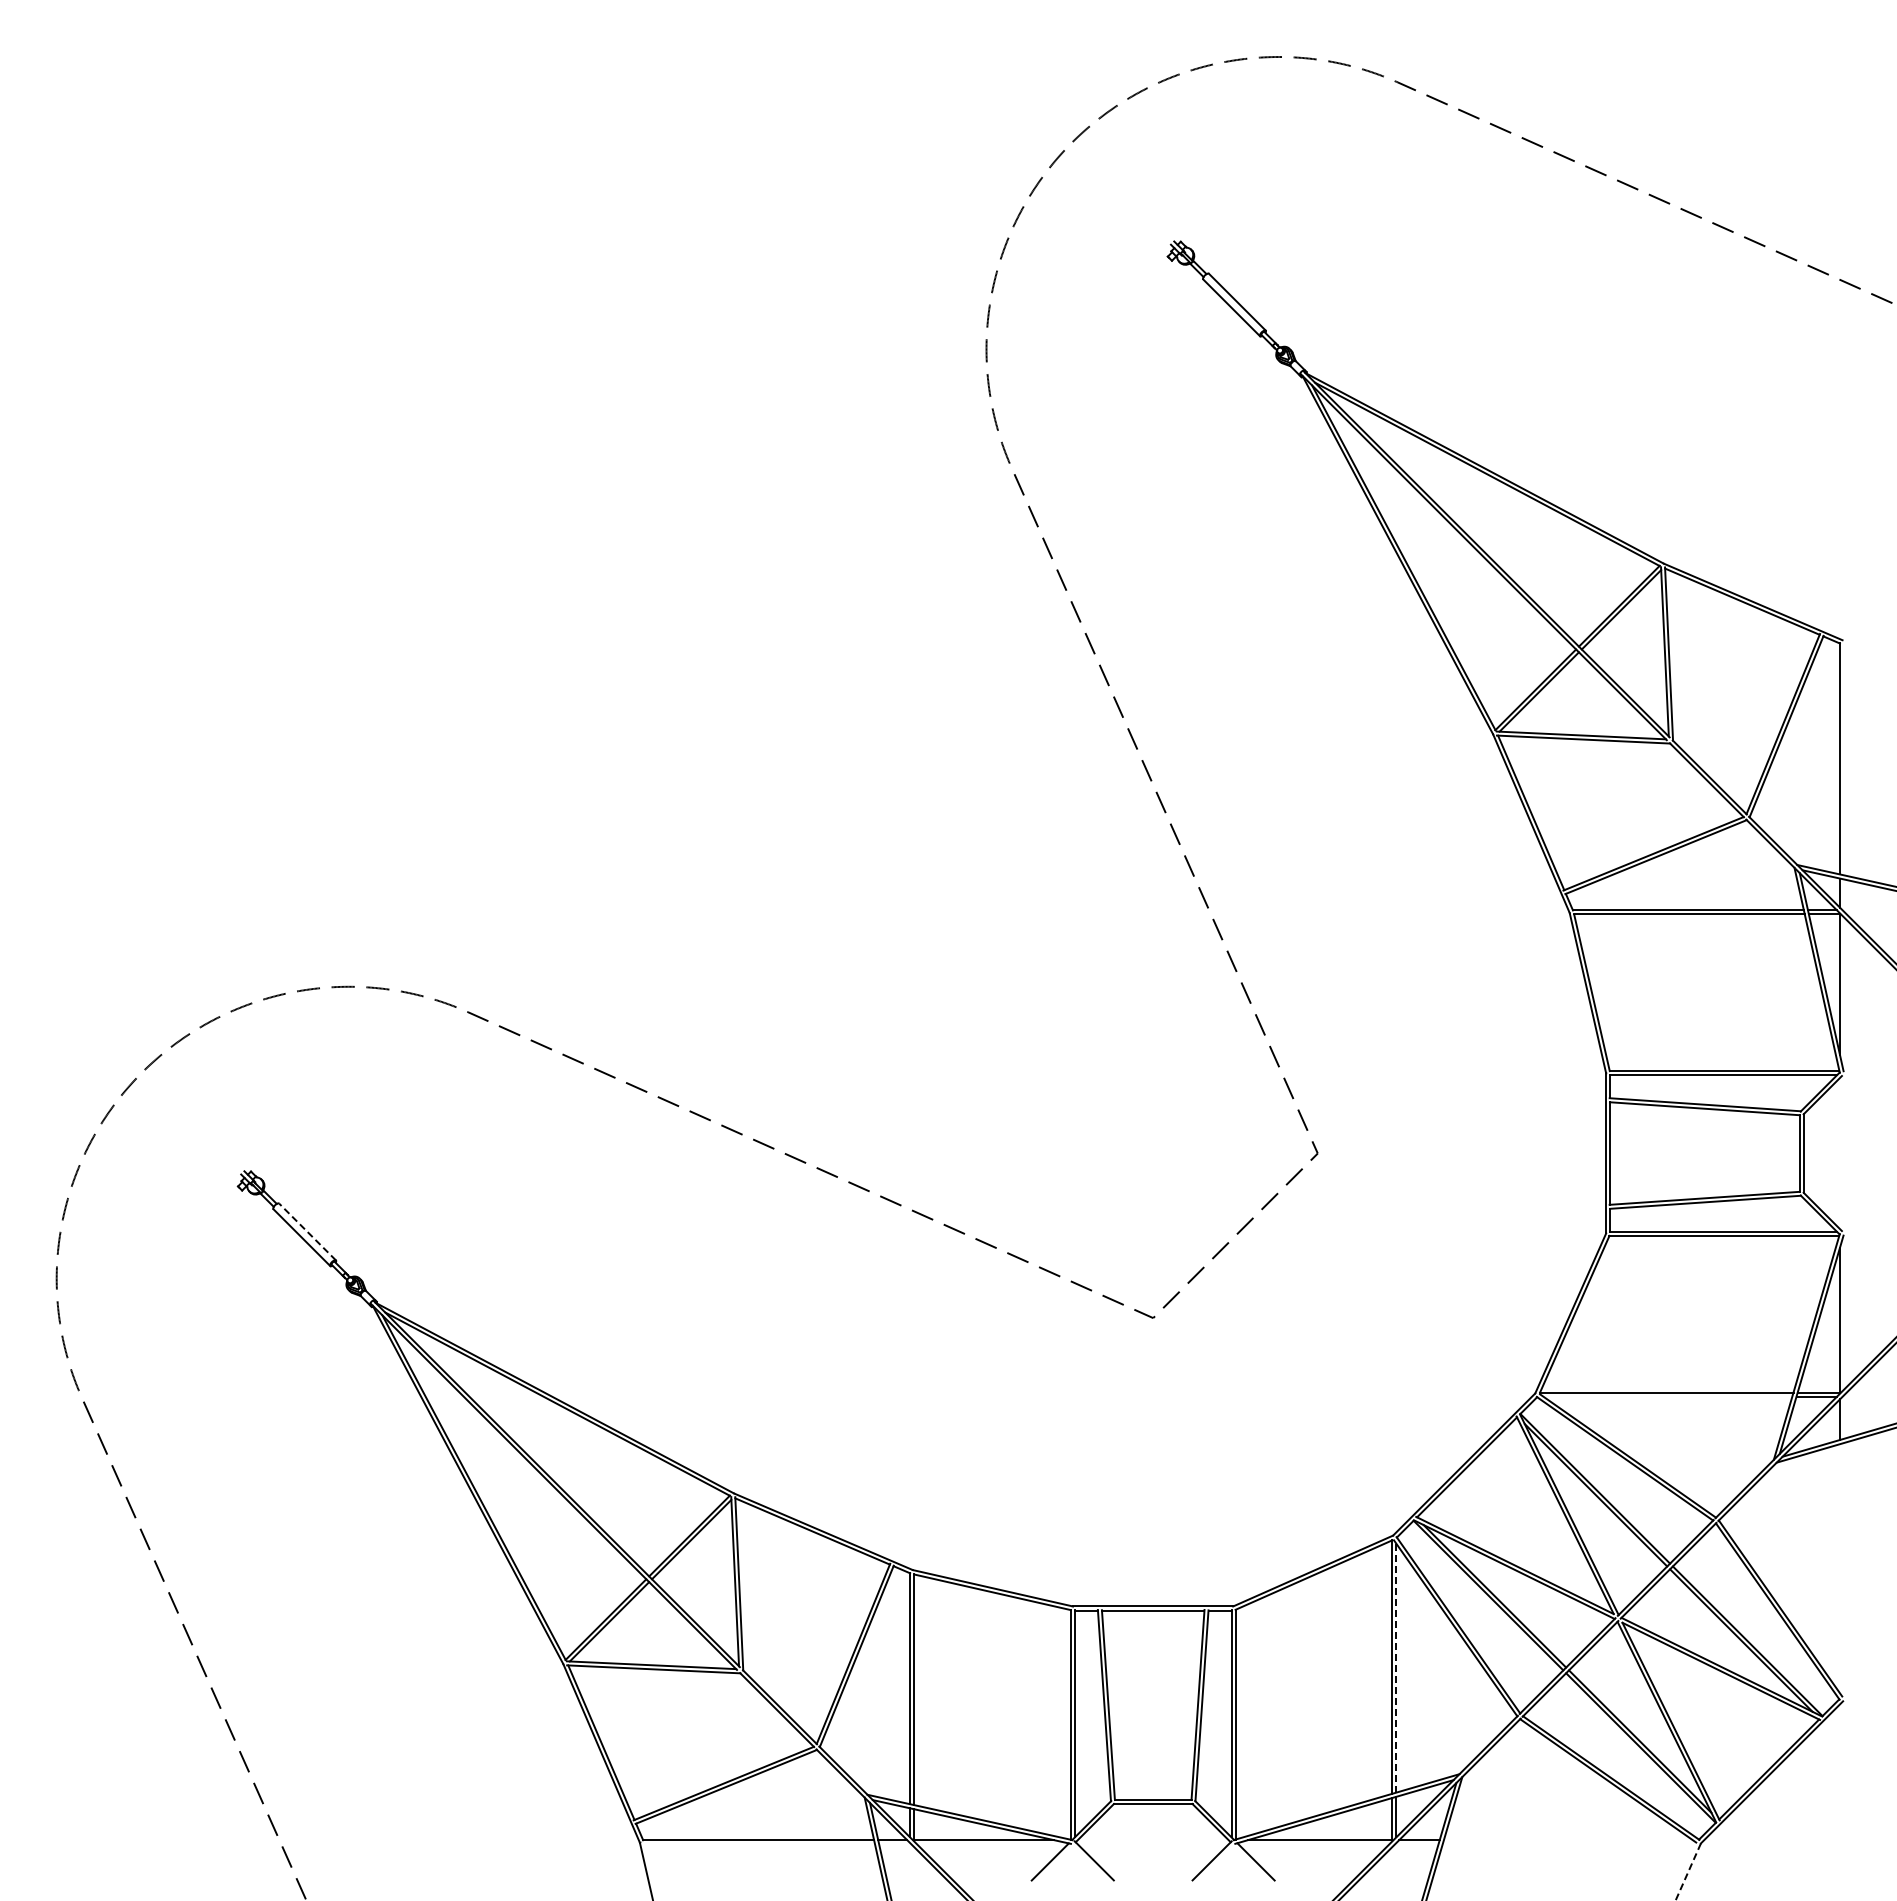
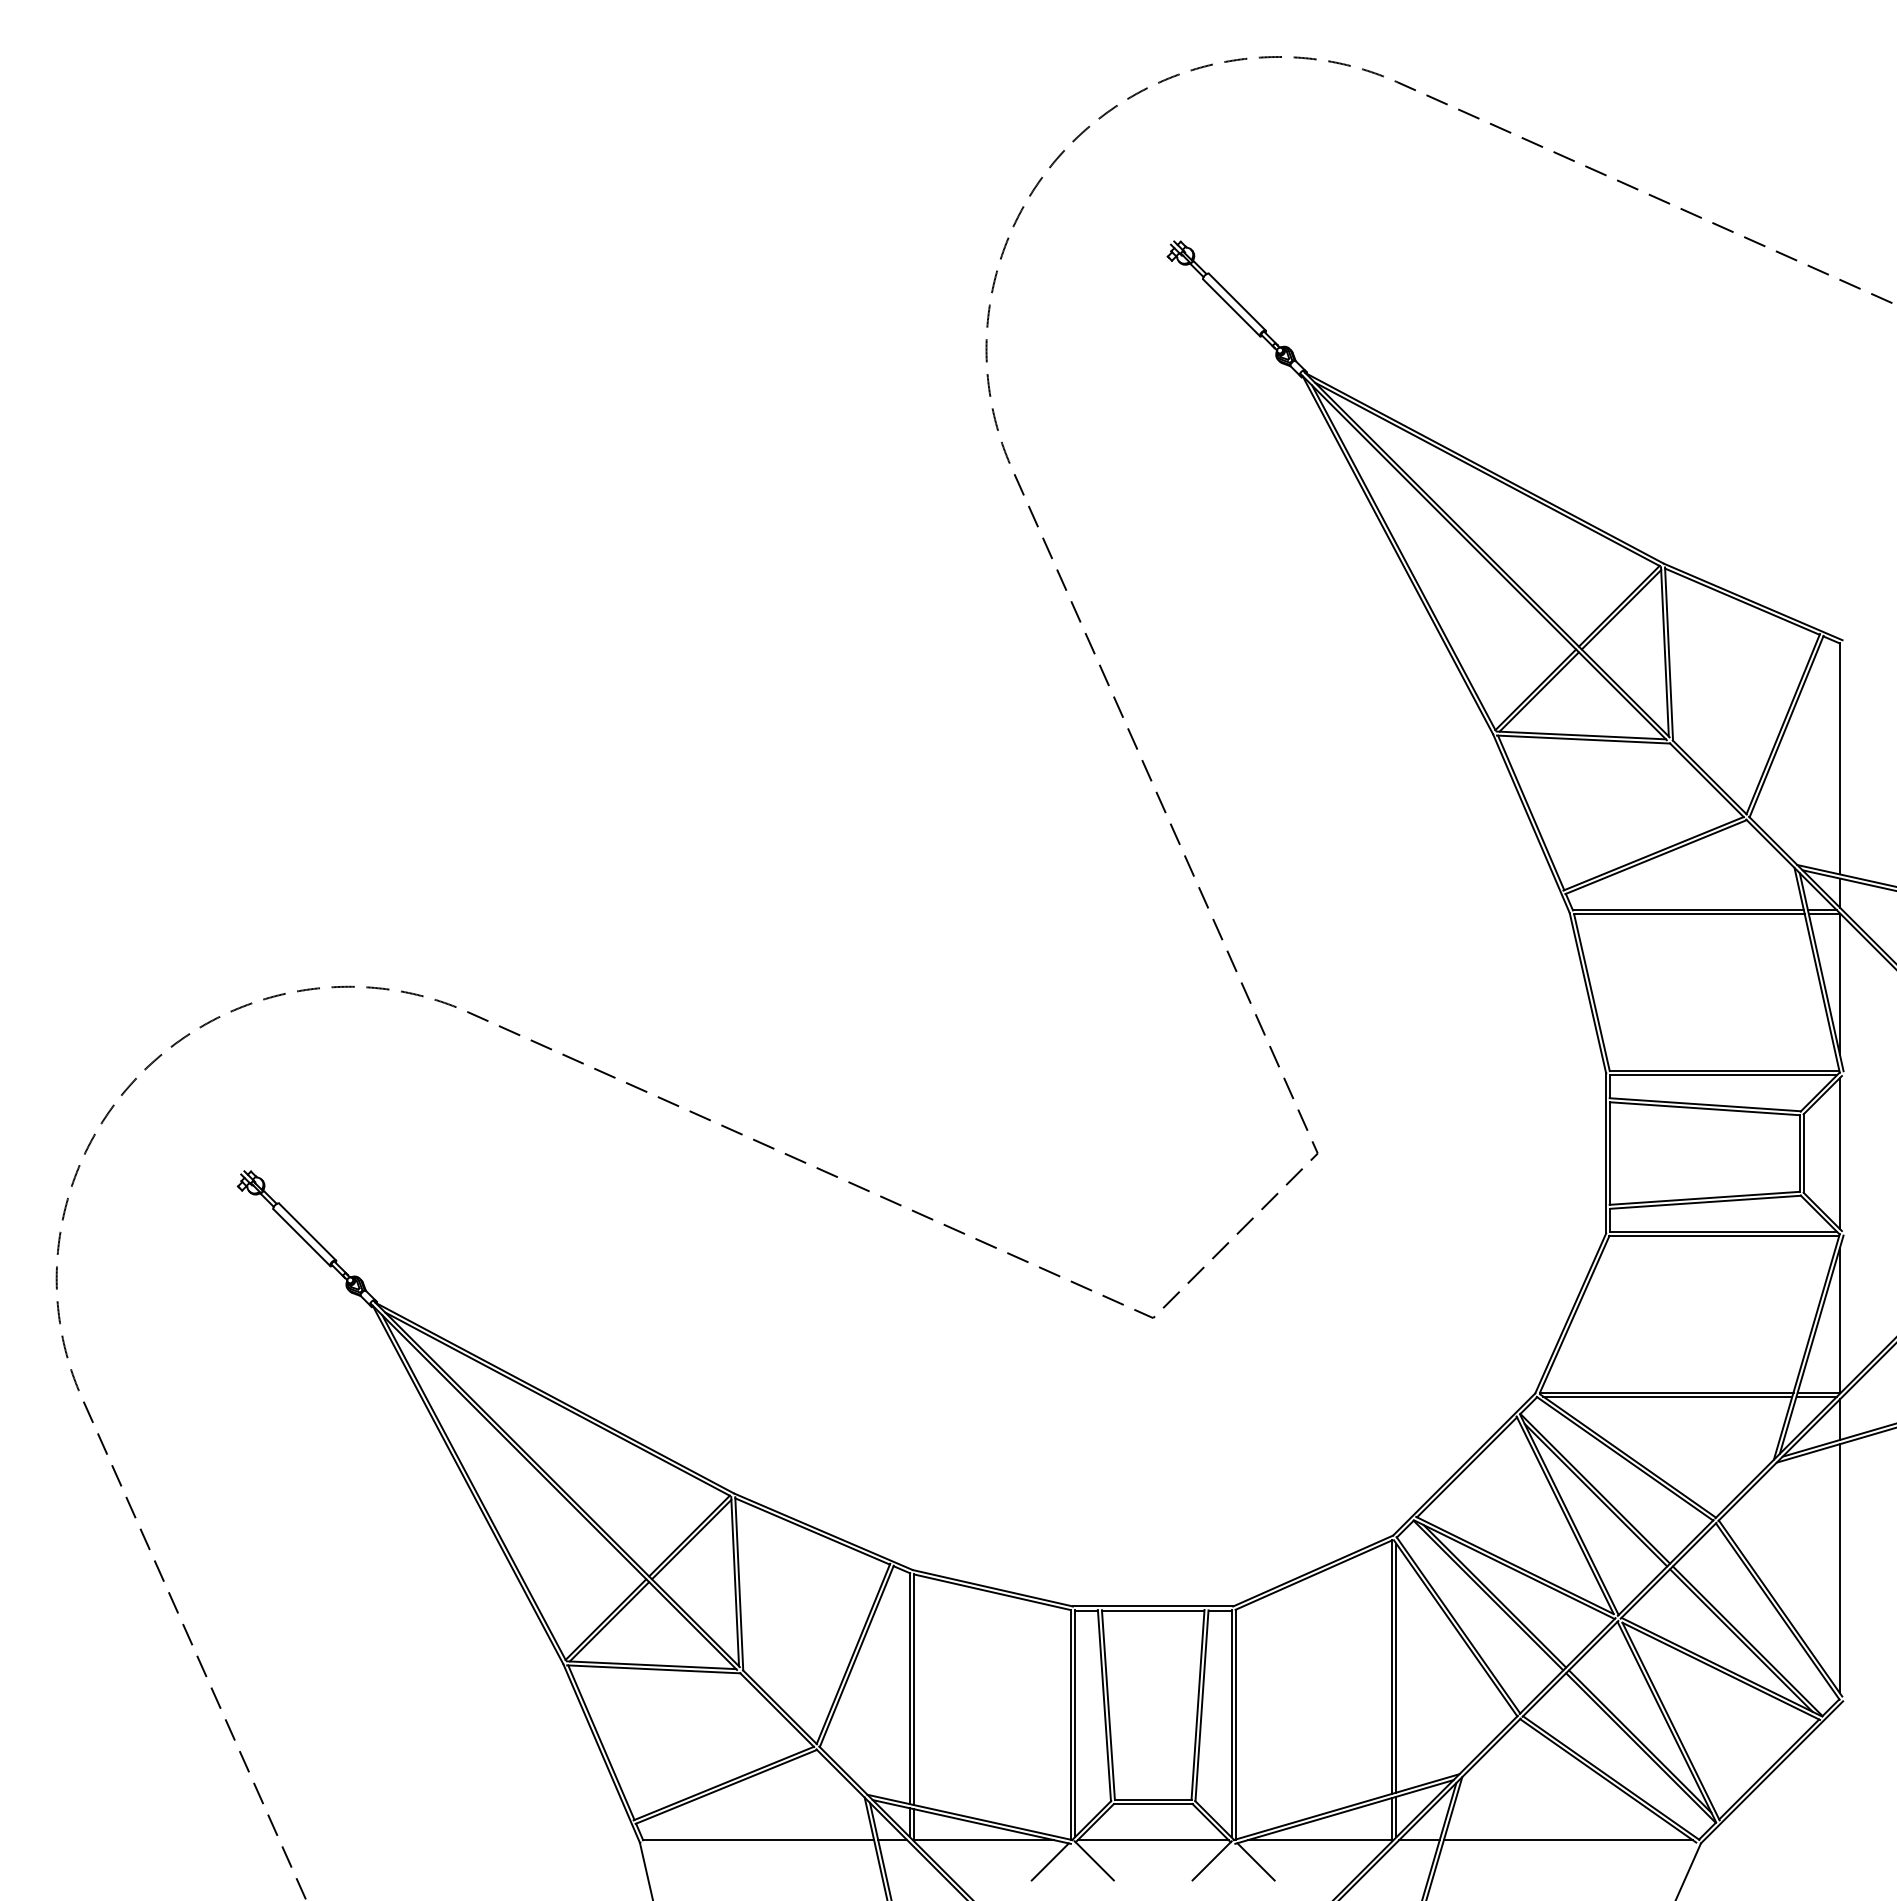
line at (1839, 1153): none -> present
line at (307, 1231): dashed -> solid
line at (1667, 1396): none -> present
line at (1839, 1568): none -> present
line at (1396, 1668): dashed -> solid
line at (1152, 1840): none -> present
line at (1567, 1840): none -> present
line at (1688, 1871): dashed -> solid
